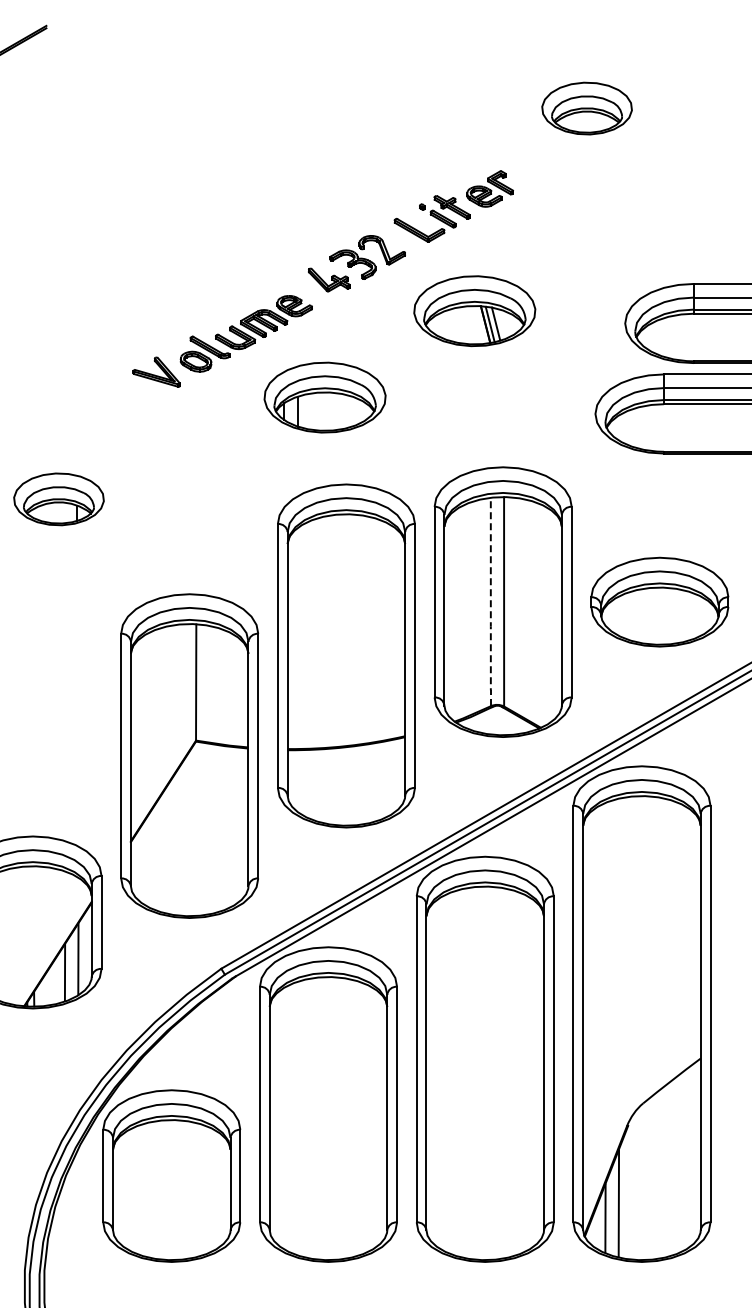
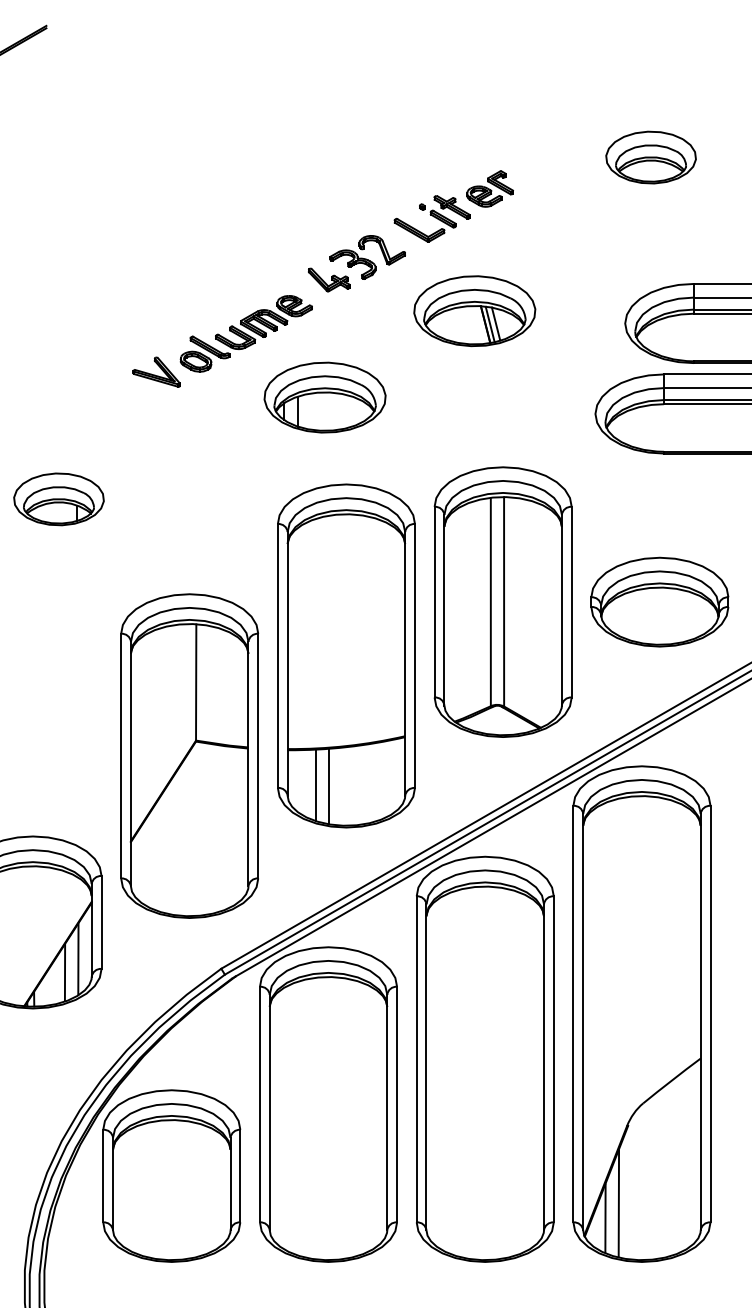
part at (586, 108) position: (586, 108) -> (650, 157)
line at (490, 602): dashed -> solid
line at (316, 785): none -> present
line at (329, 786): none -> present
